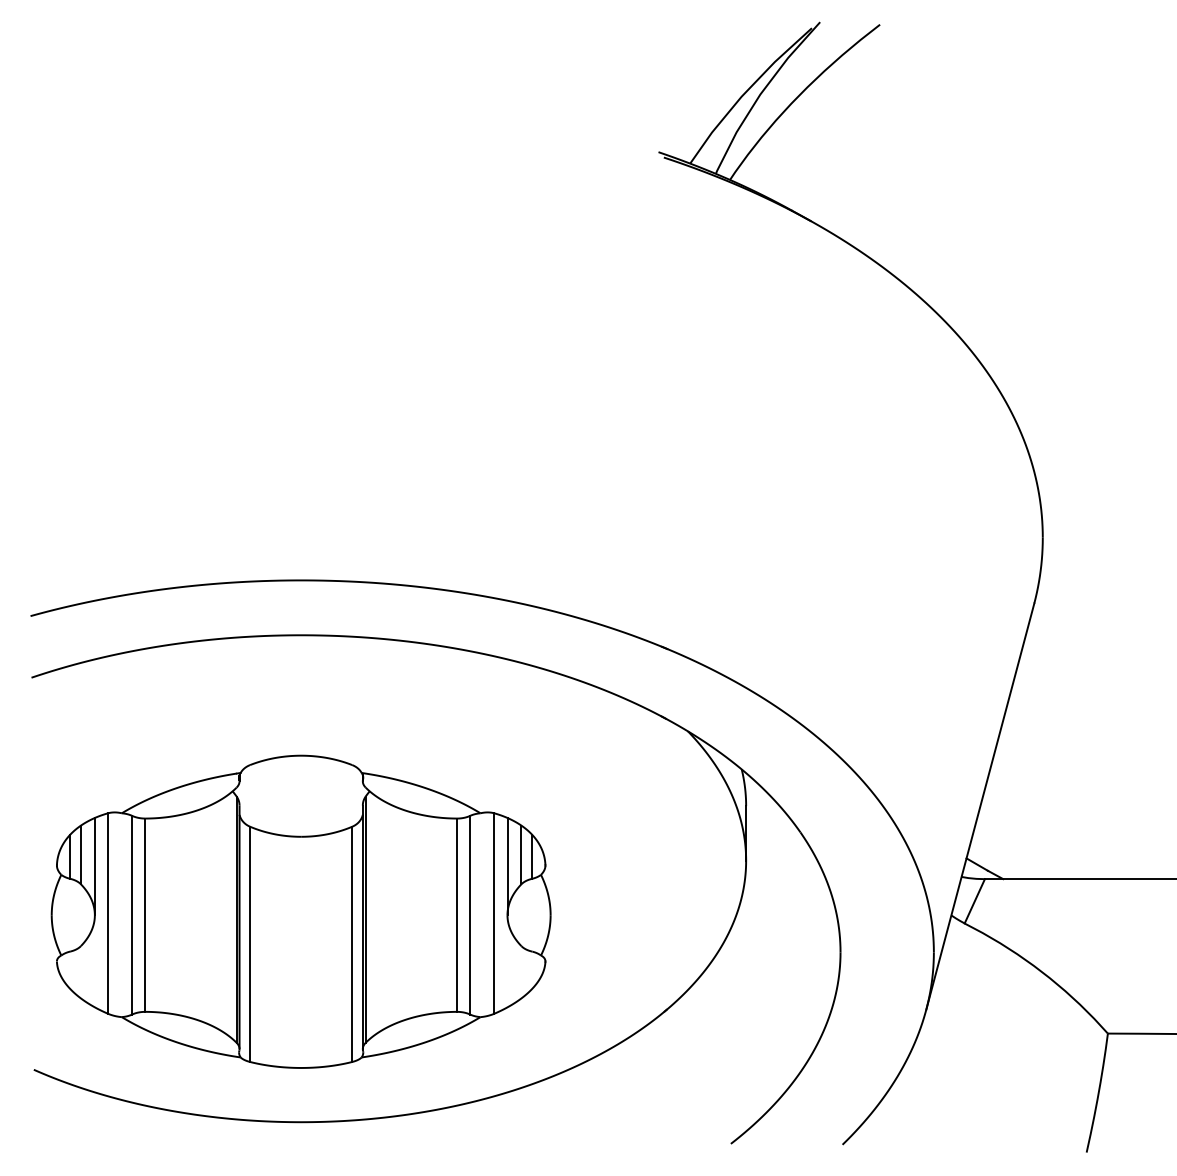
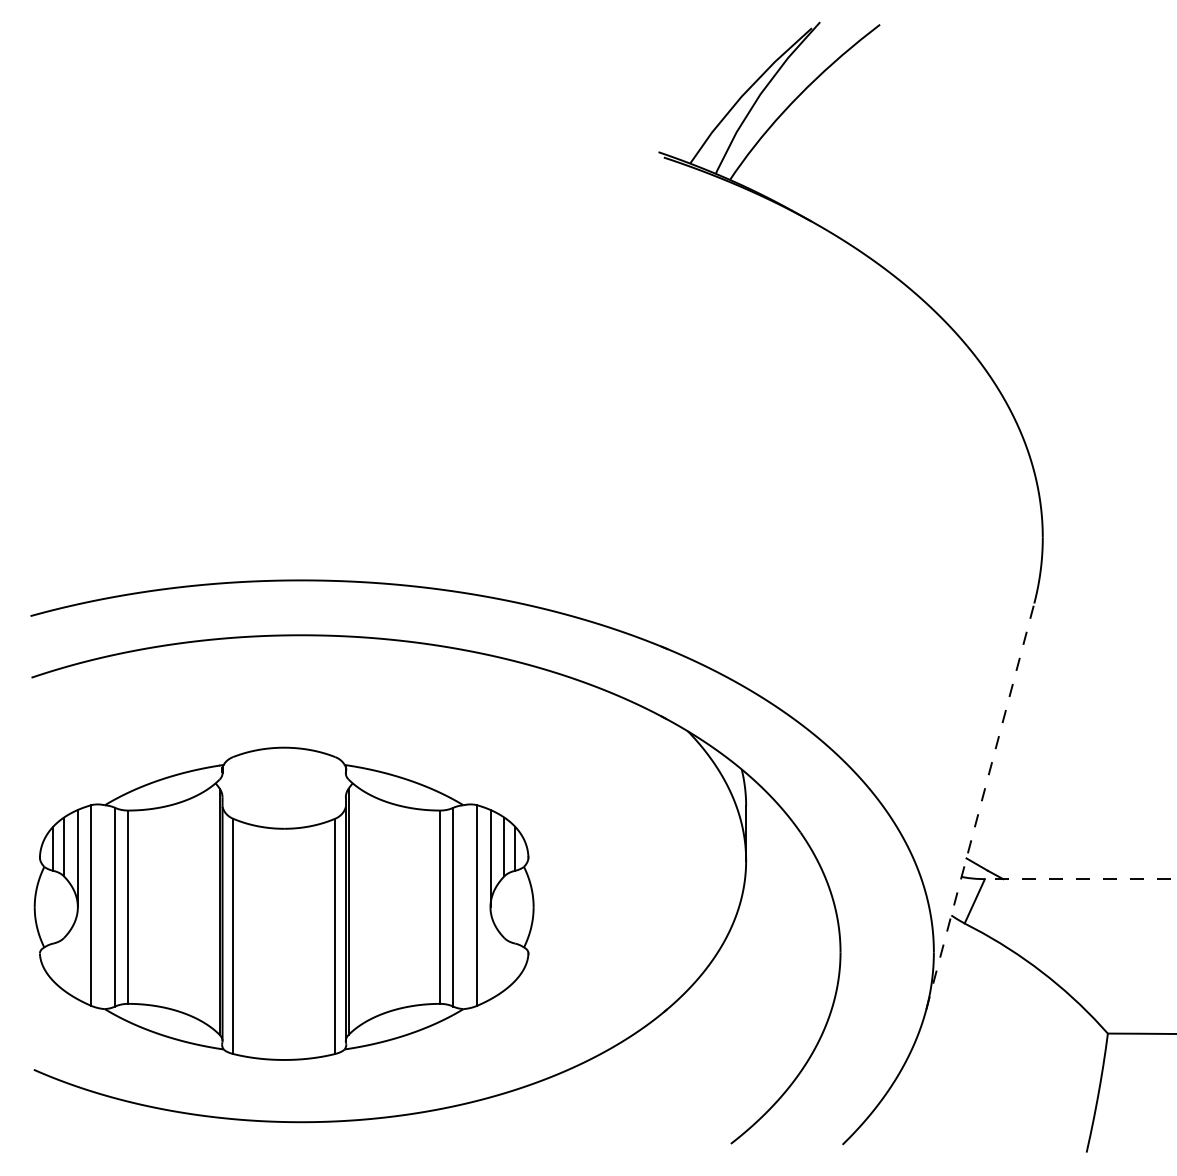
line at (980, 806): solid -> dashed
line at (1080, 879): solid -> dashed
part at (300, 911) position: (300, 911) -> (283, 903)
